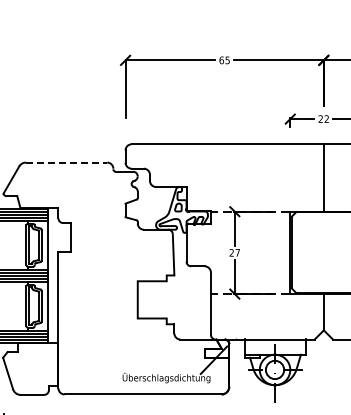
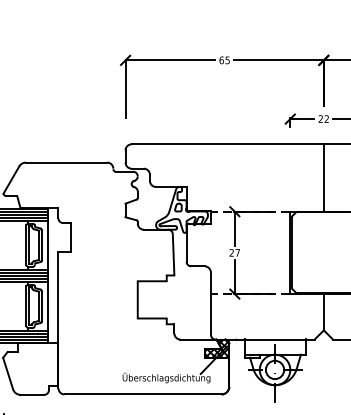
line at (66, 162): dashed -> solid
hatch at (216, 348): none -> present
